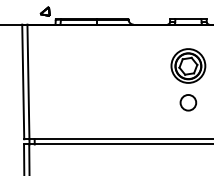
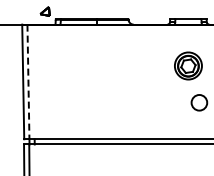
part at (188, 65) size: 37x36 px -> 29x30 px
line at (28, 82): solid -> dashed
circle at (188, 102) position: (188, 102) -> (199, 102)
